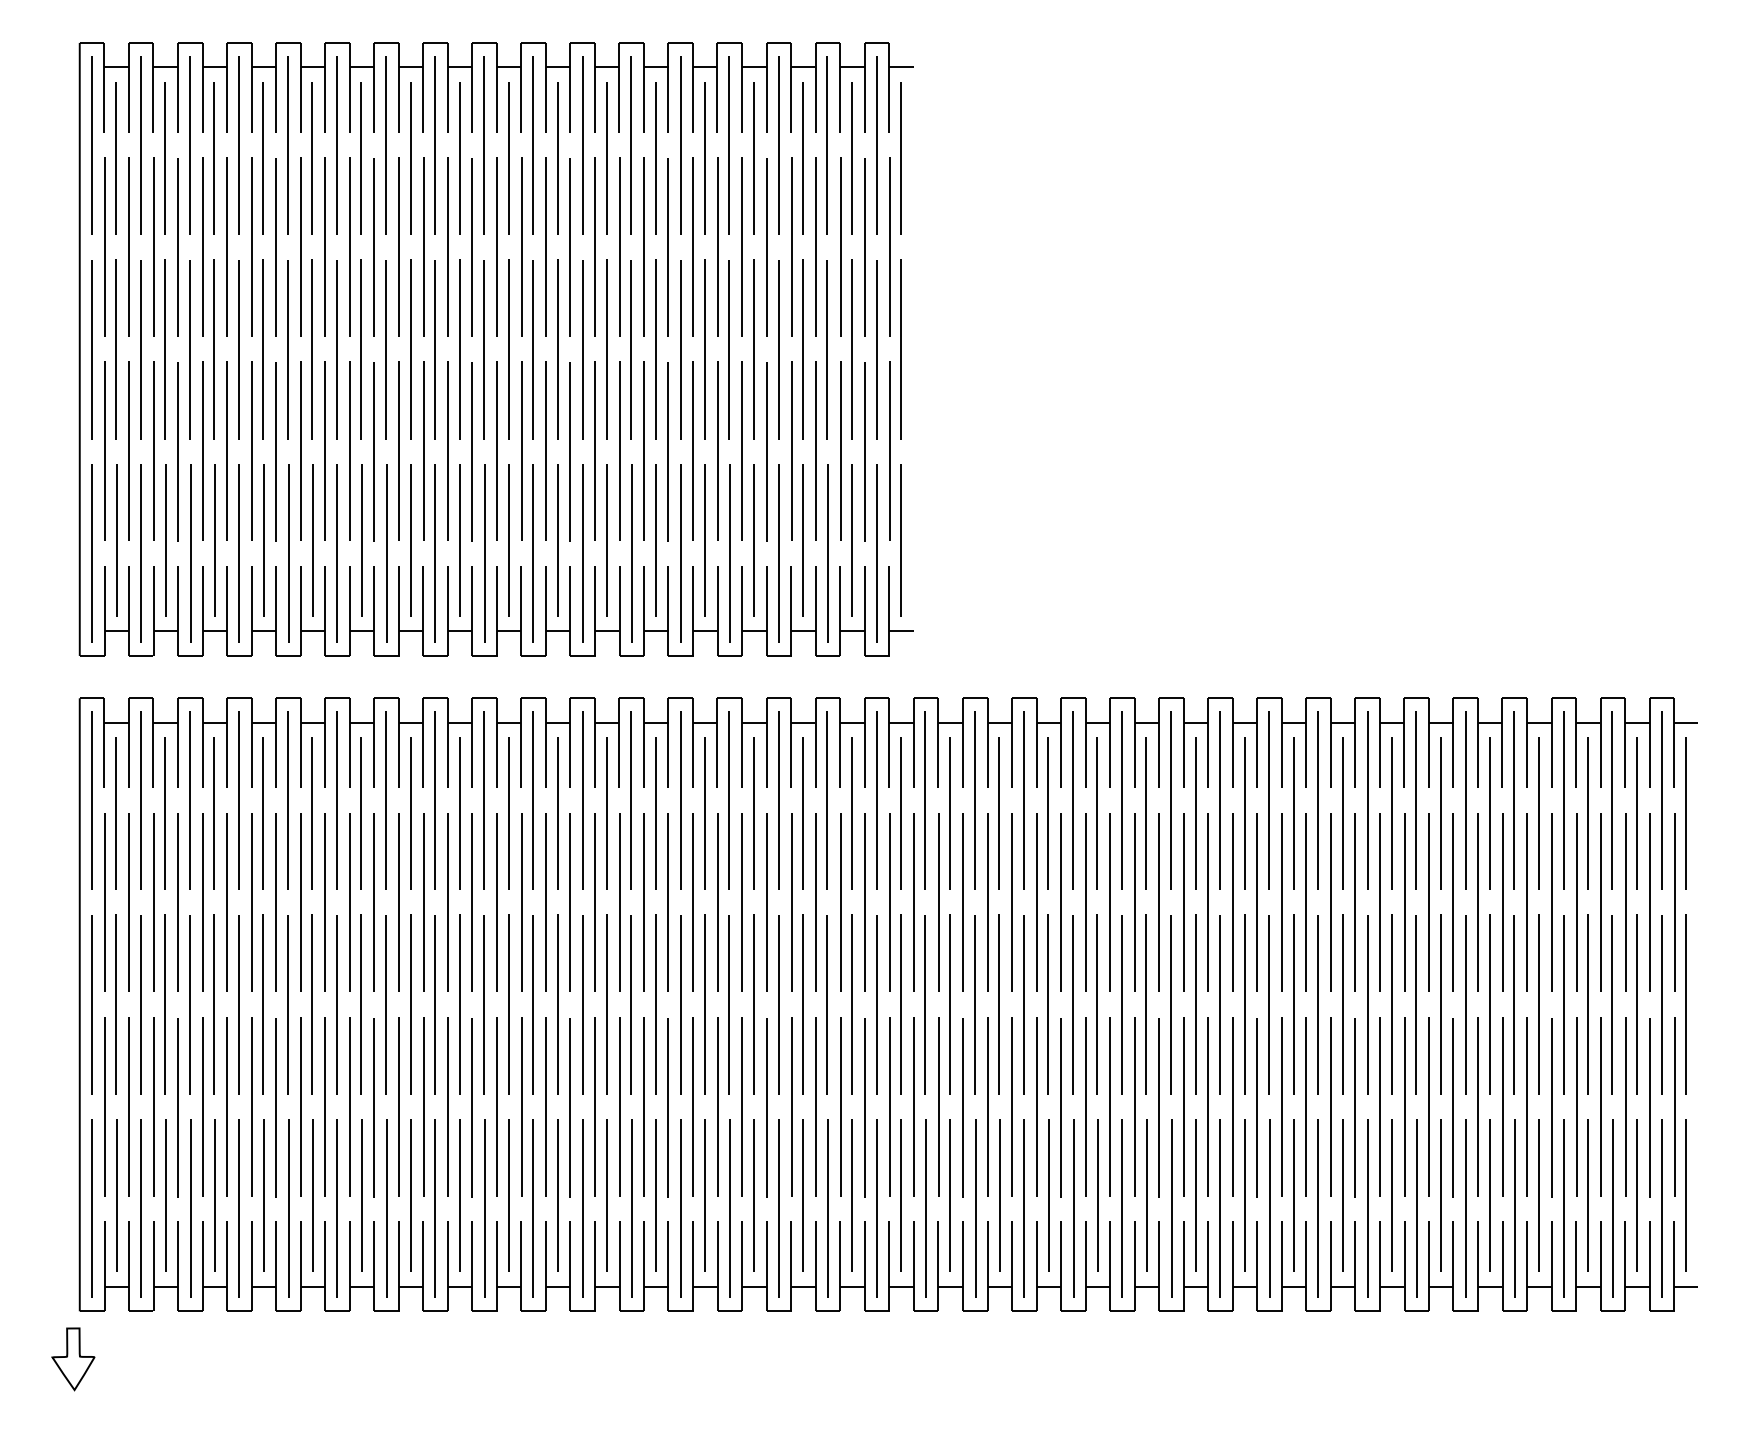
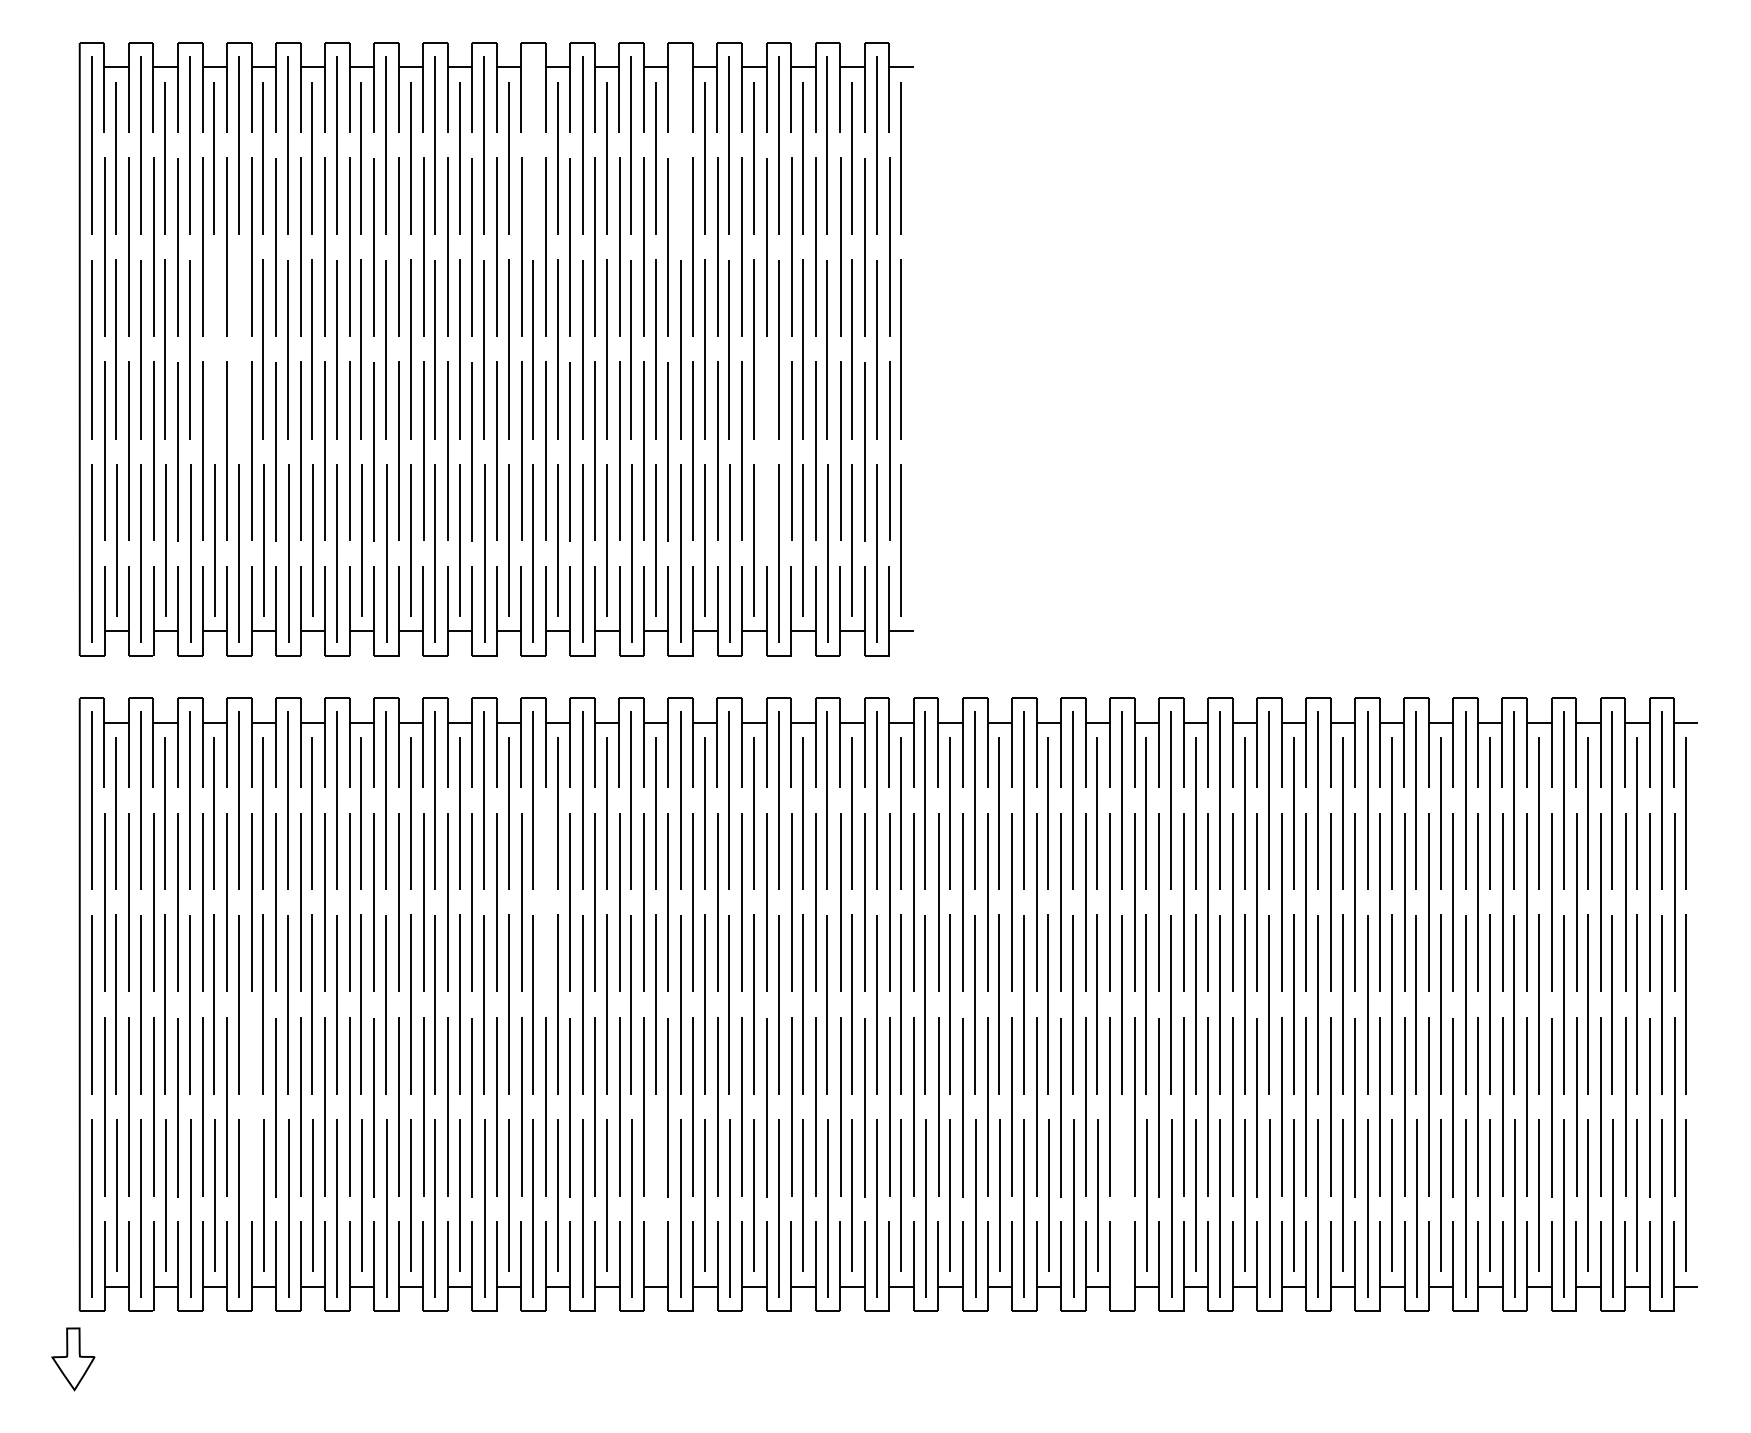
line at (532, 145): present -> none
line at (680, 145): present -> none
line at (213, 349): present -> none
line at (238, 349): present -> none
line at (766, 451): present -> none
line at (545, 902): present -> none
line at (251, 1106): present -> none
line at (655, 1195): present -> none
line at (1121, 1208): present -> none
